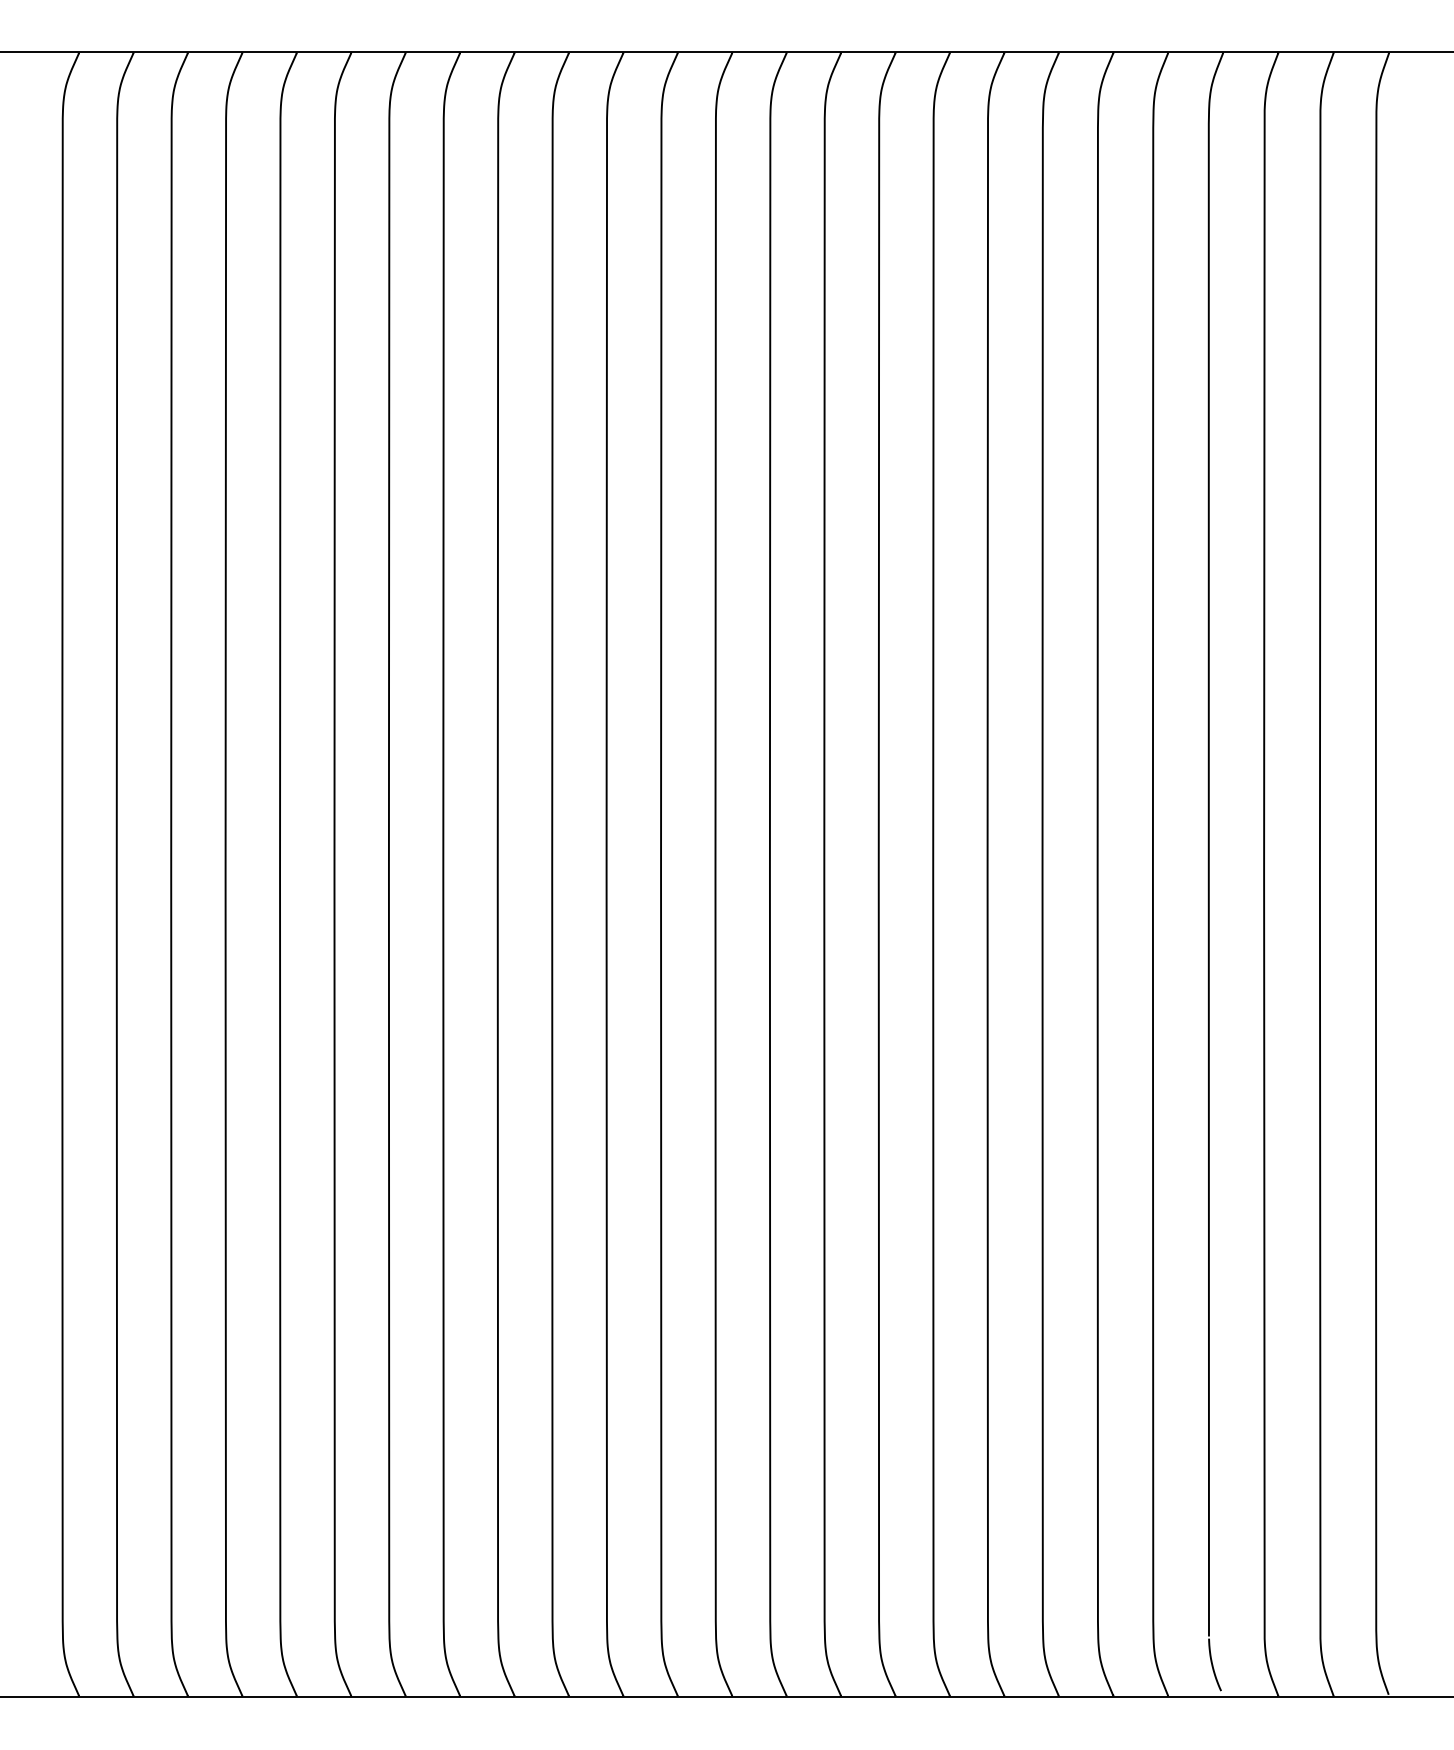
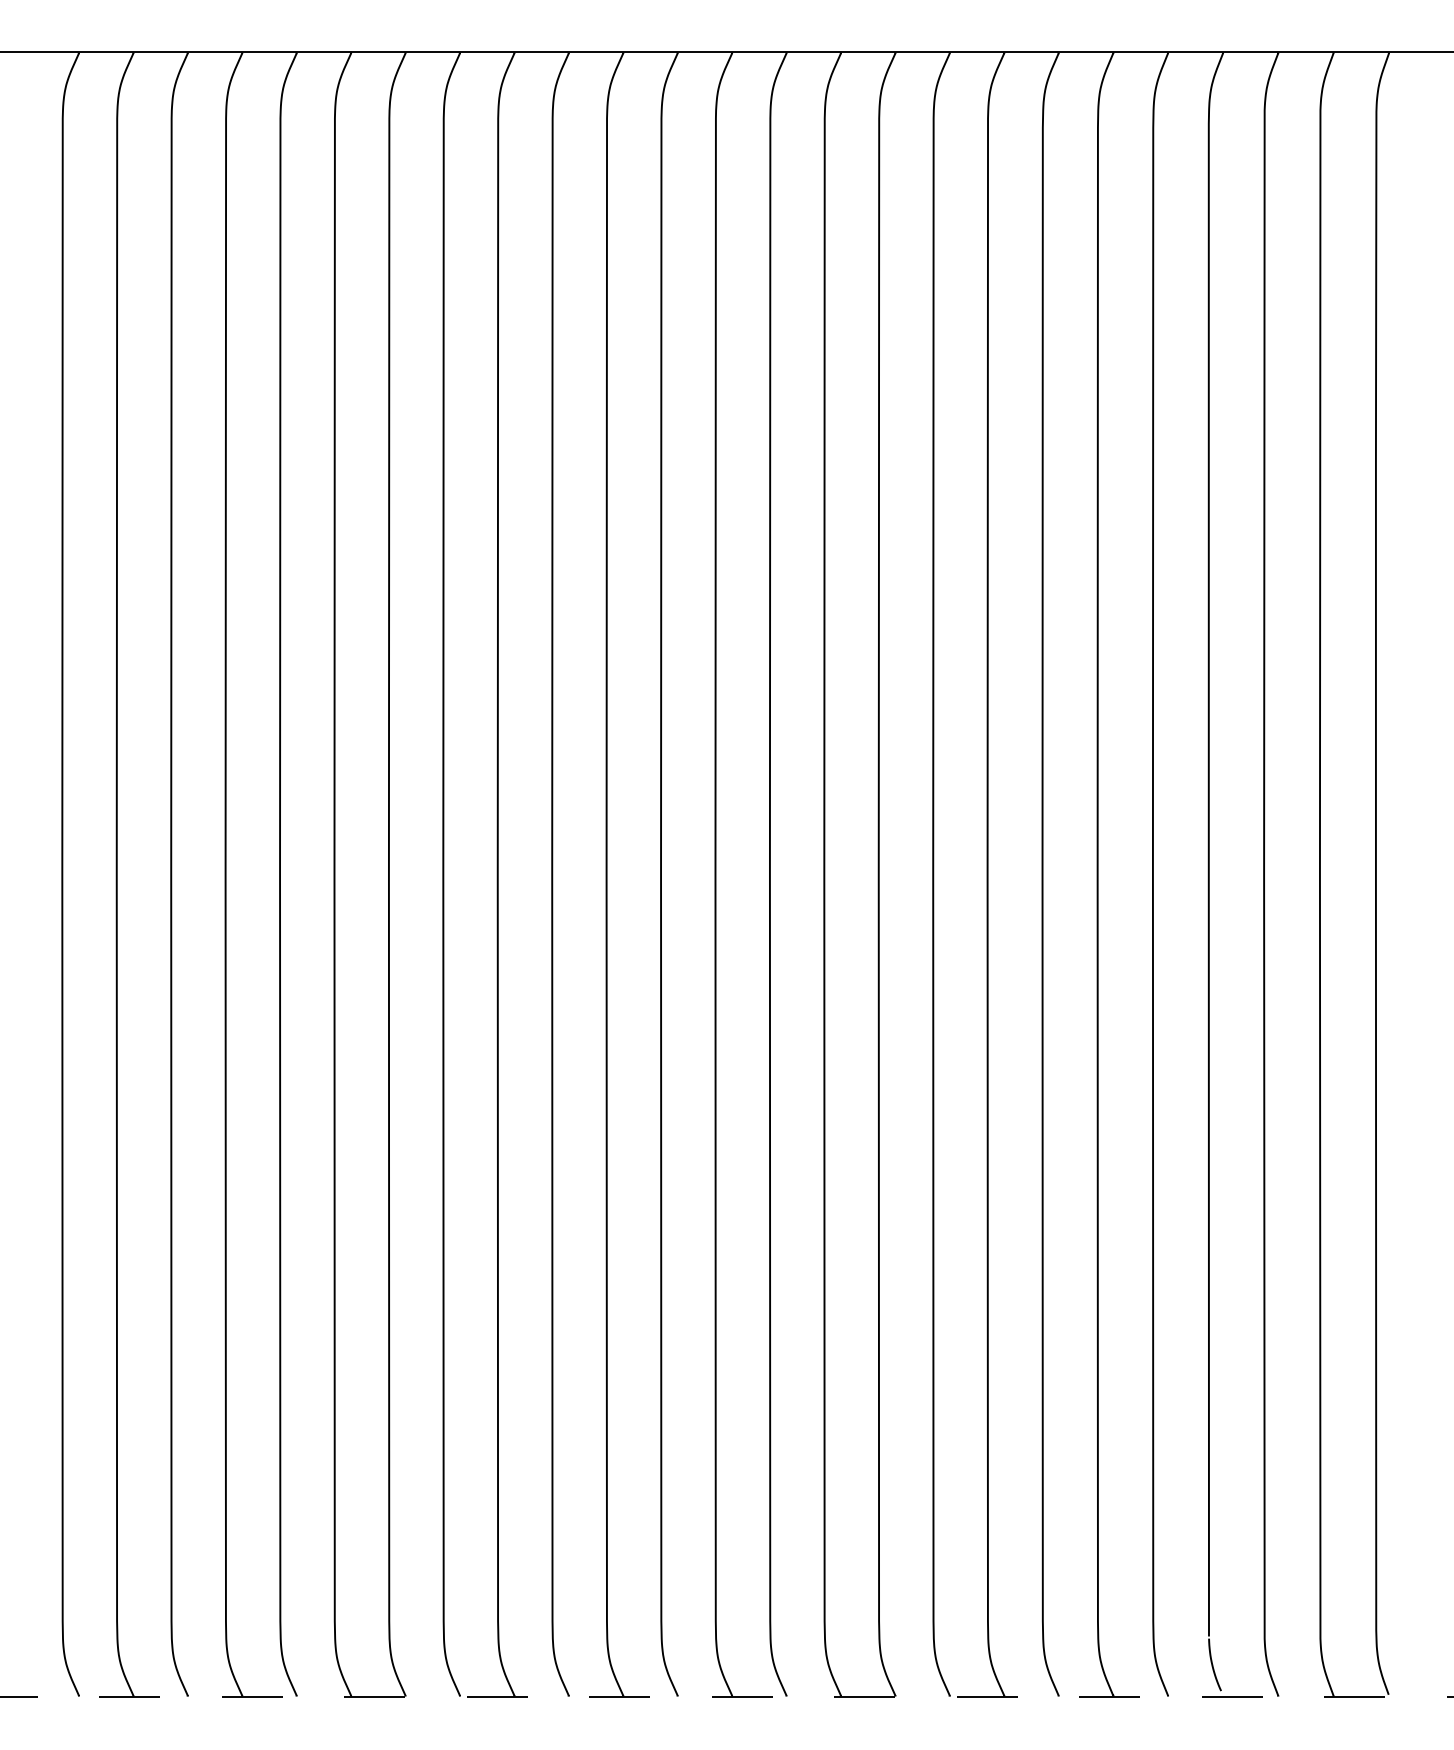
line at (727, 1697): solid -> dashed
